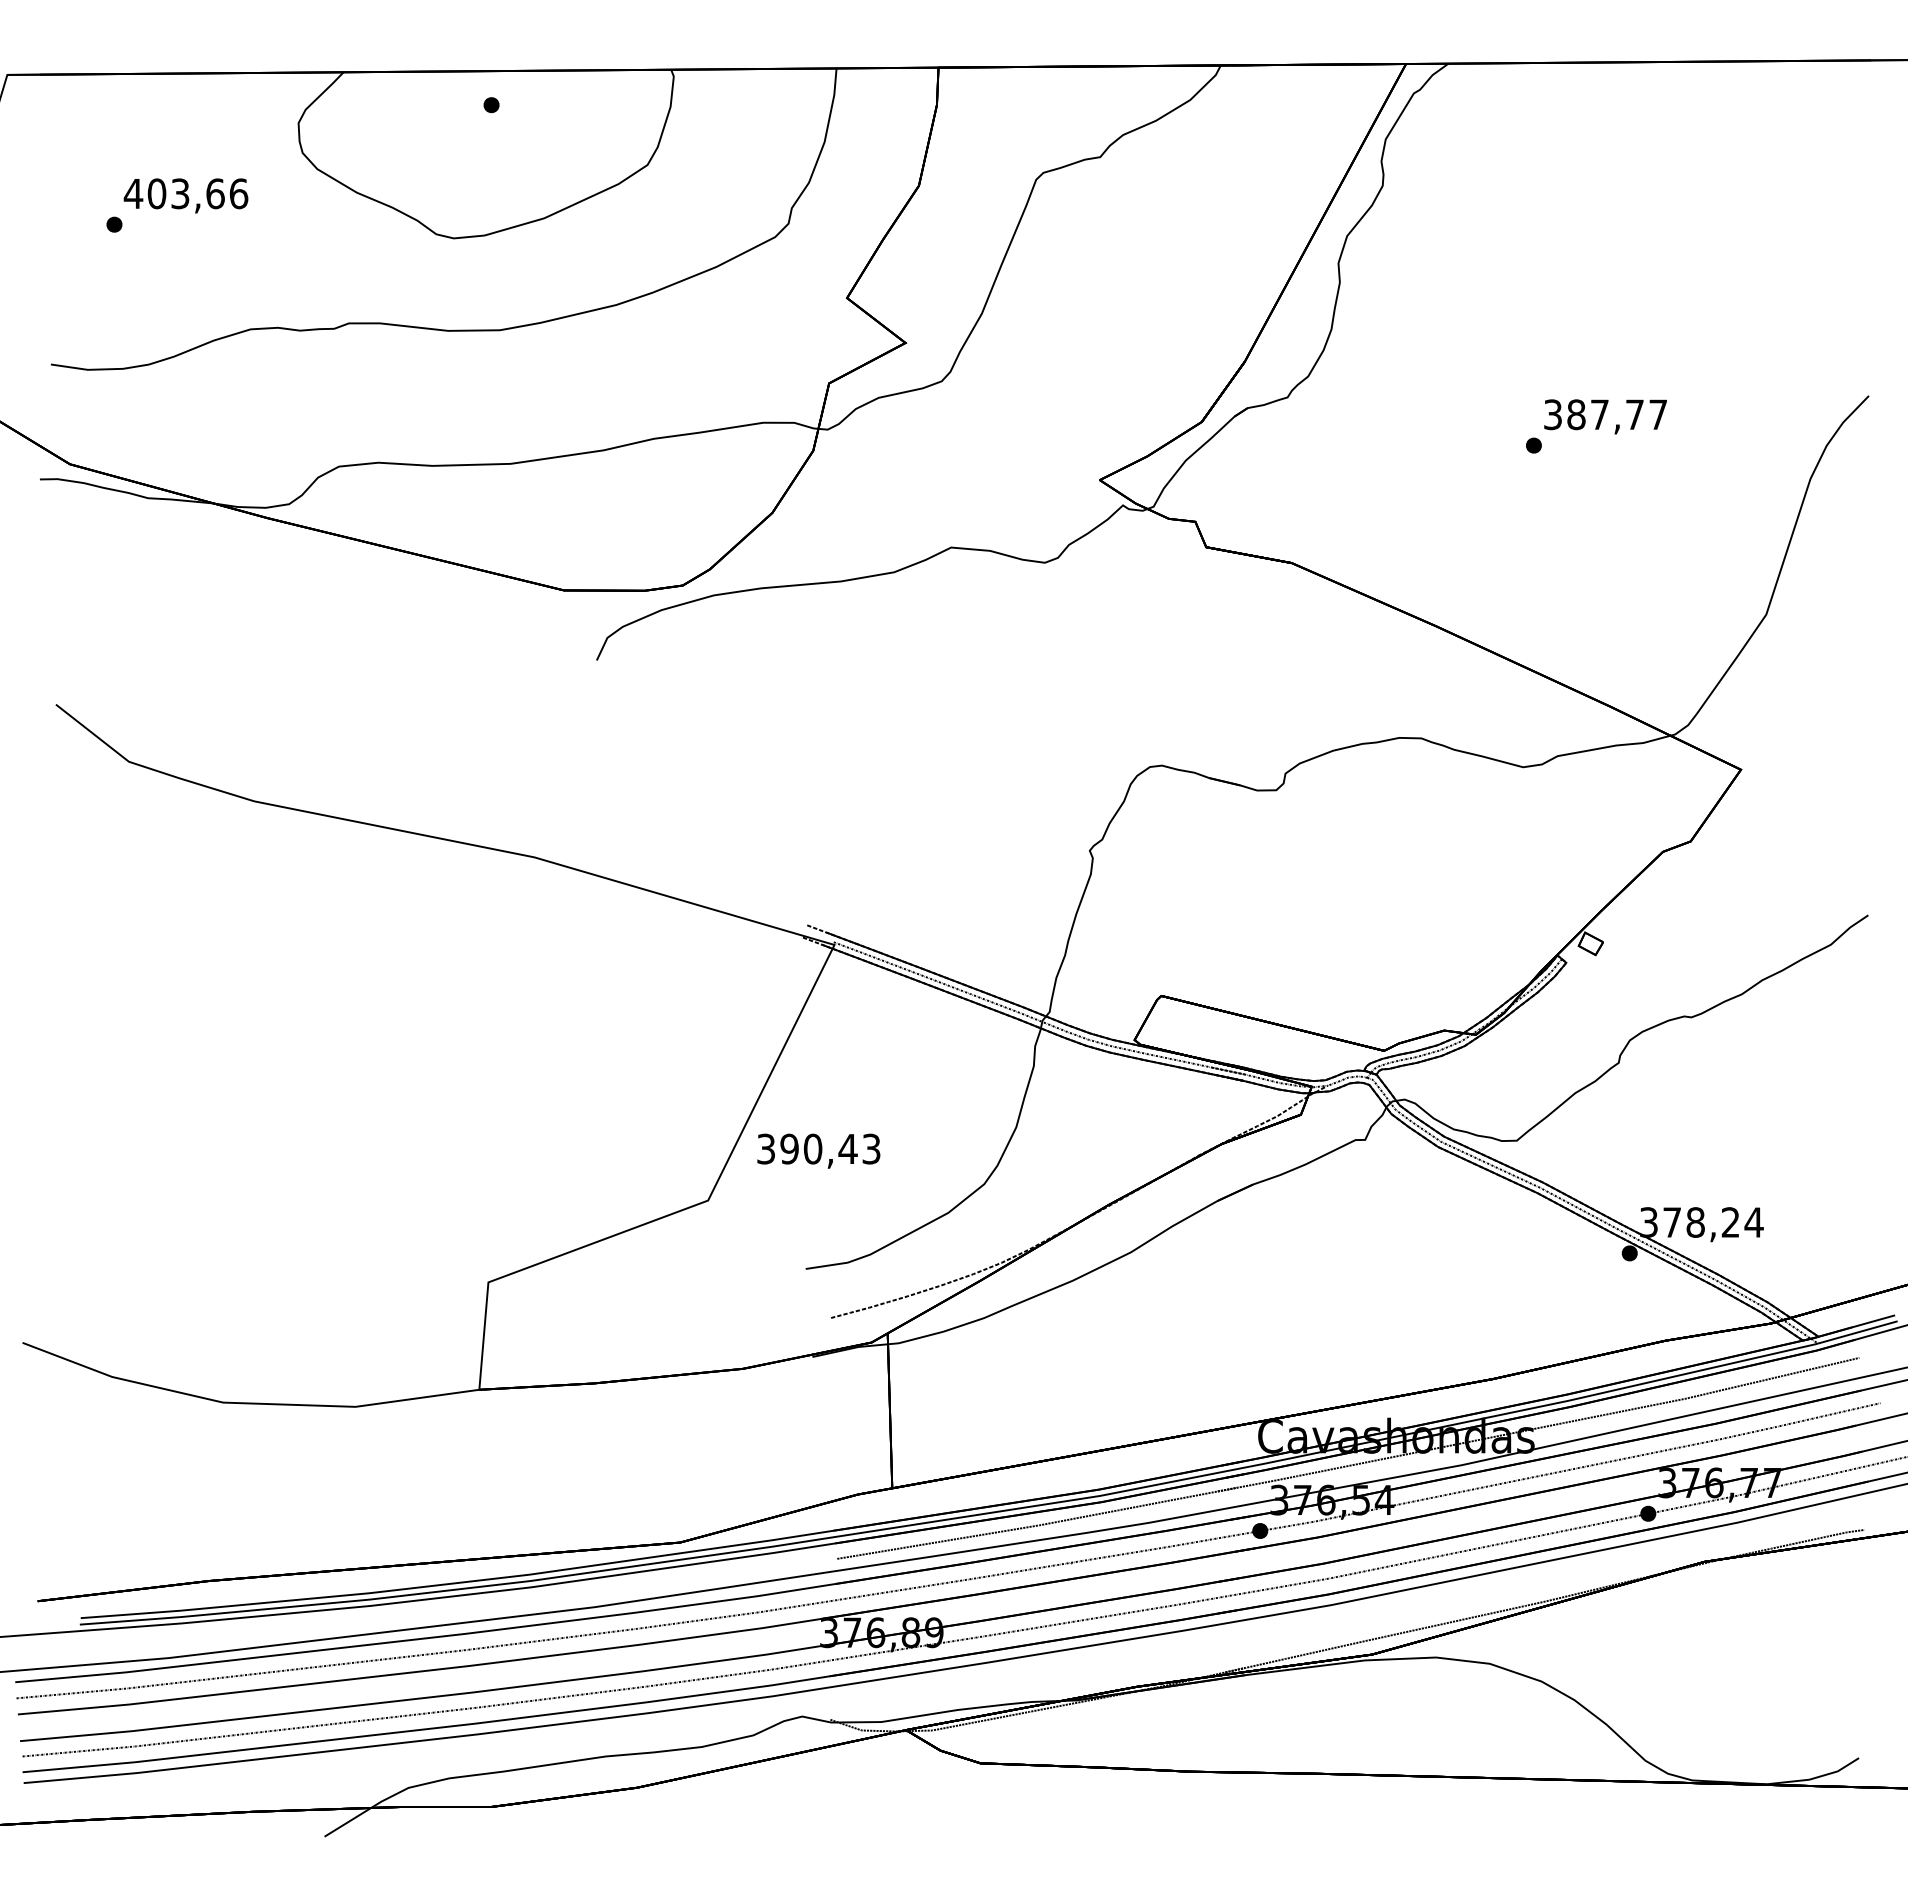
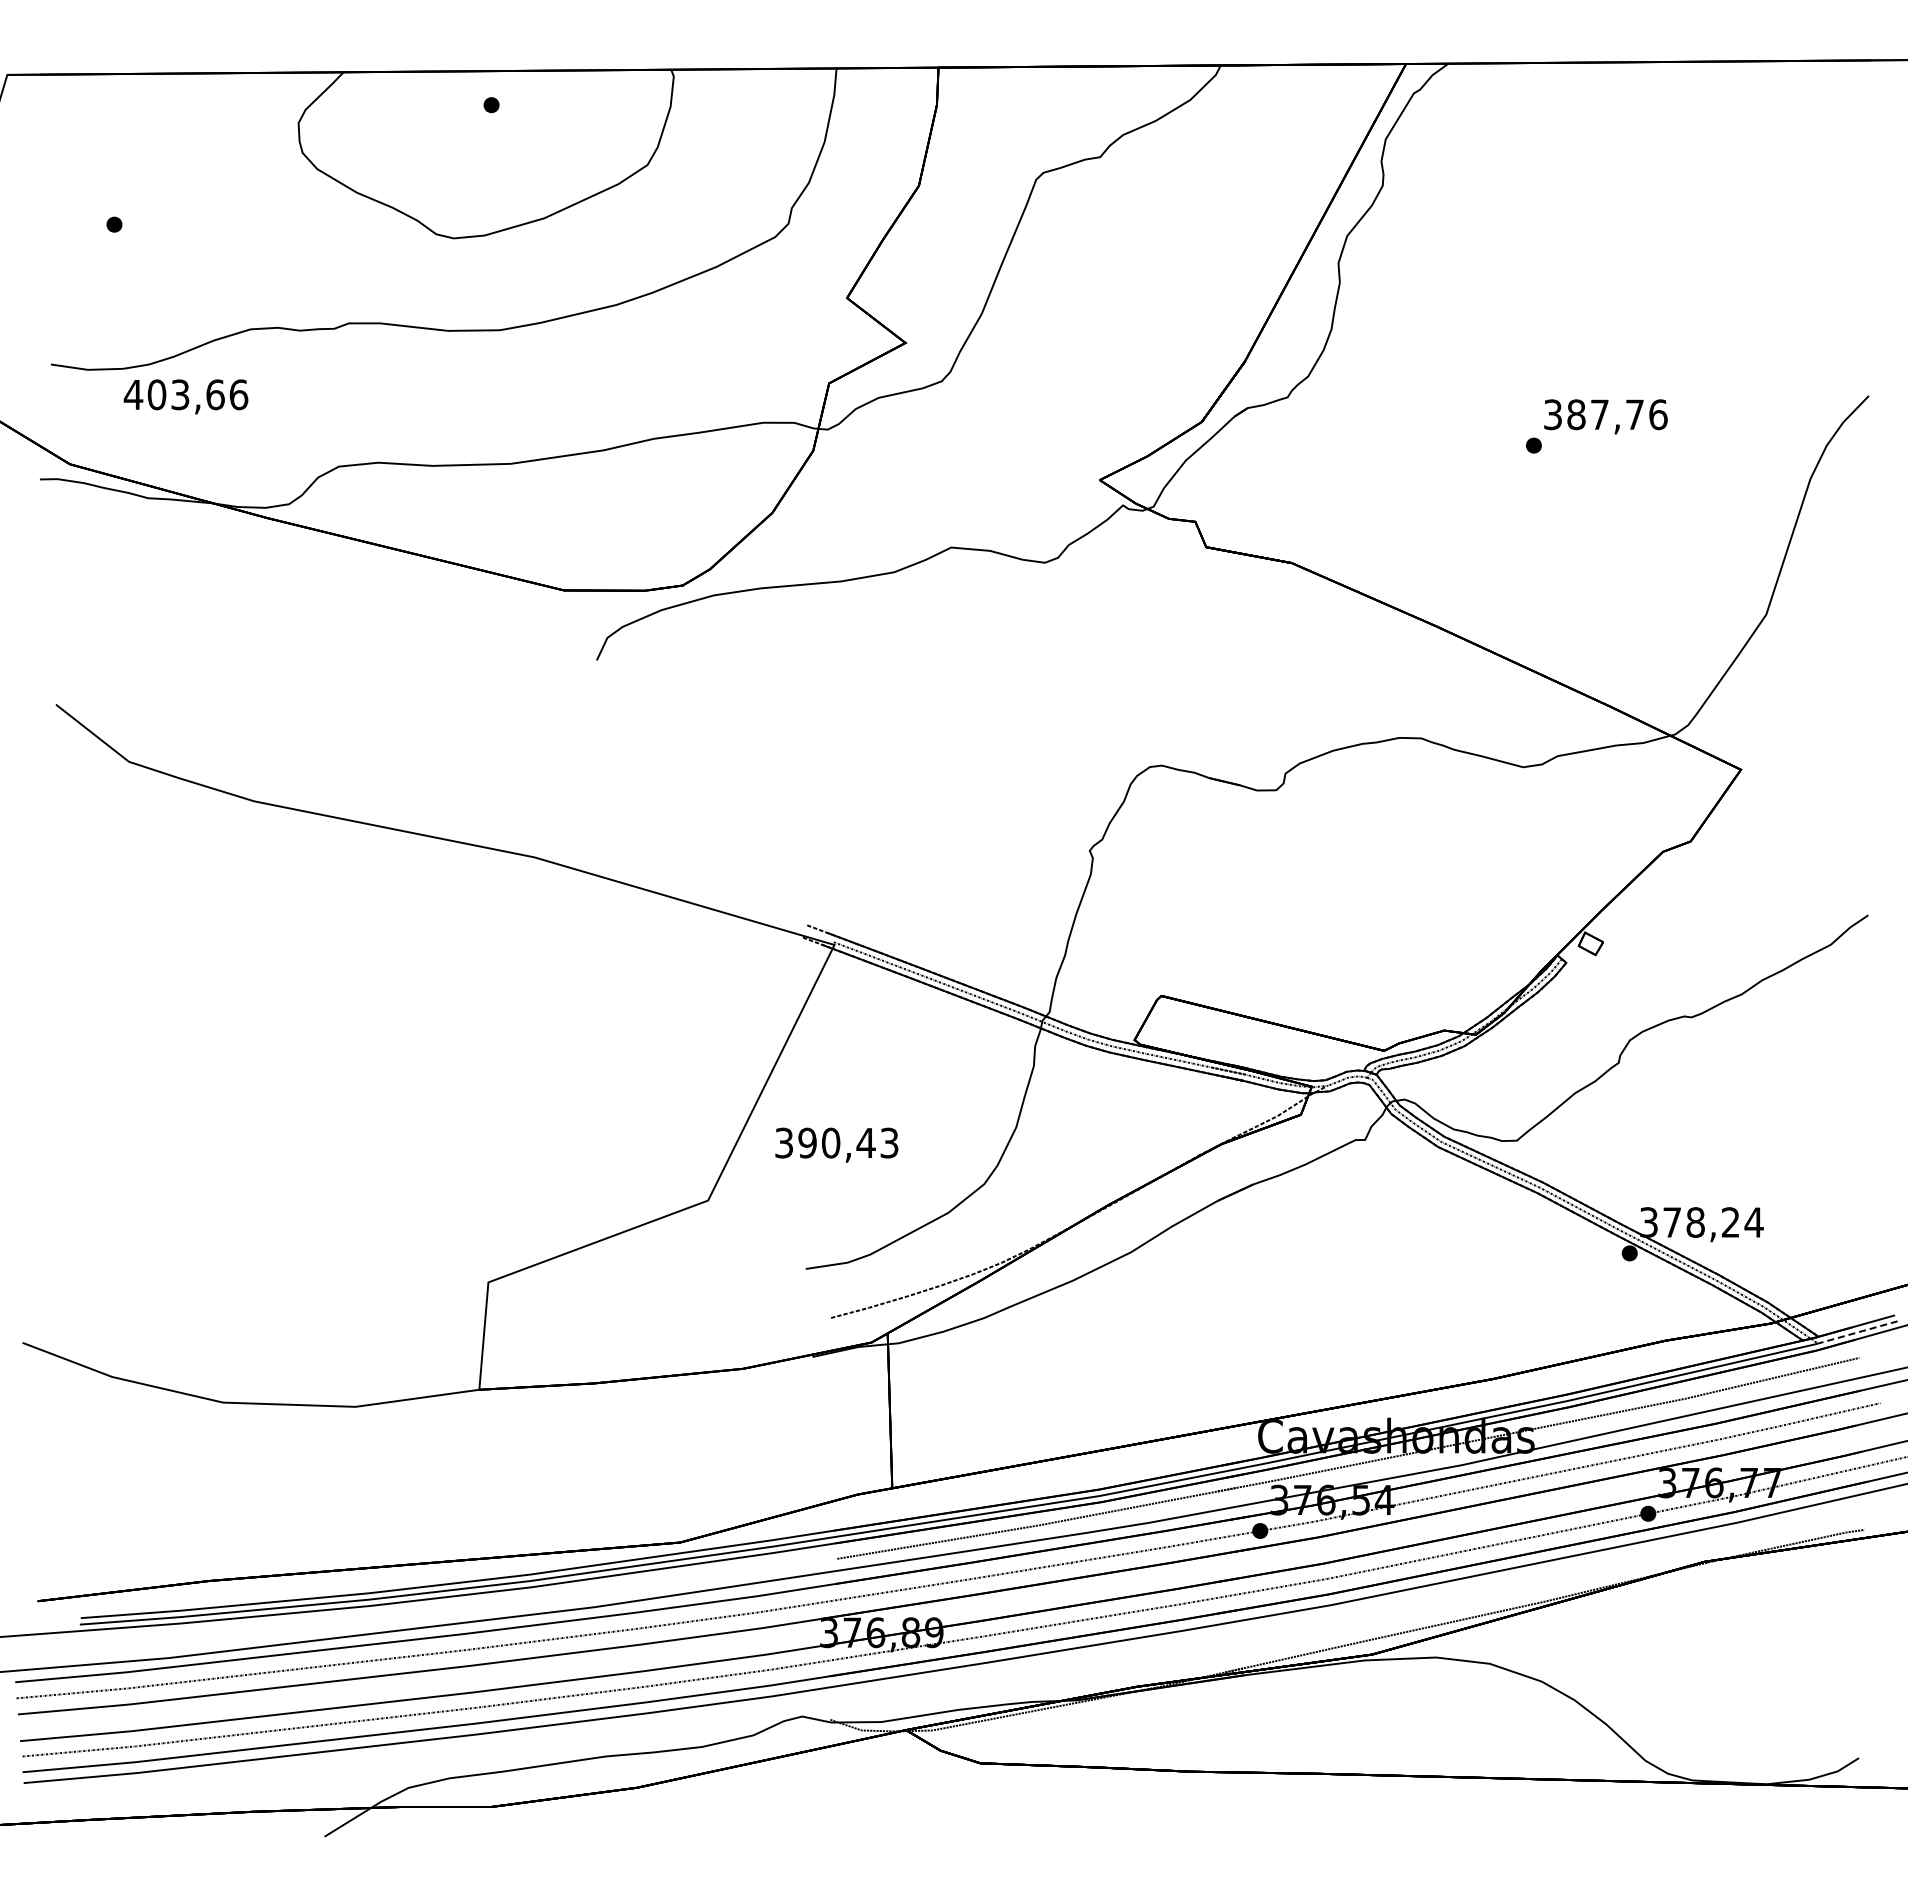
text at (185, 195) position: (185, 195) -> (185, 396)
text at (1658, 414): 387,77 -> 387,76
text at (818, 1150) position: (818, 1150) -> (836, 1144)
line at (1857, 1332): solid -> dashed
